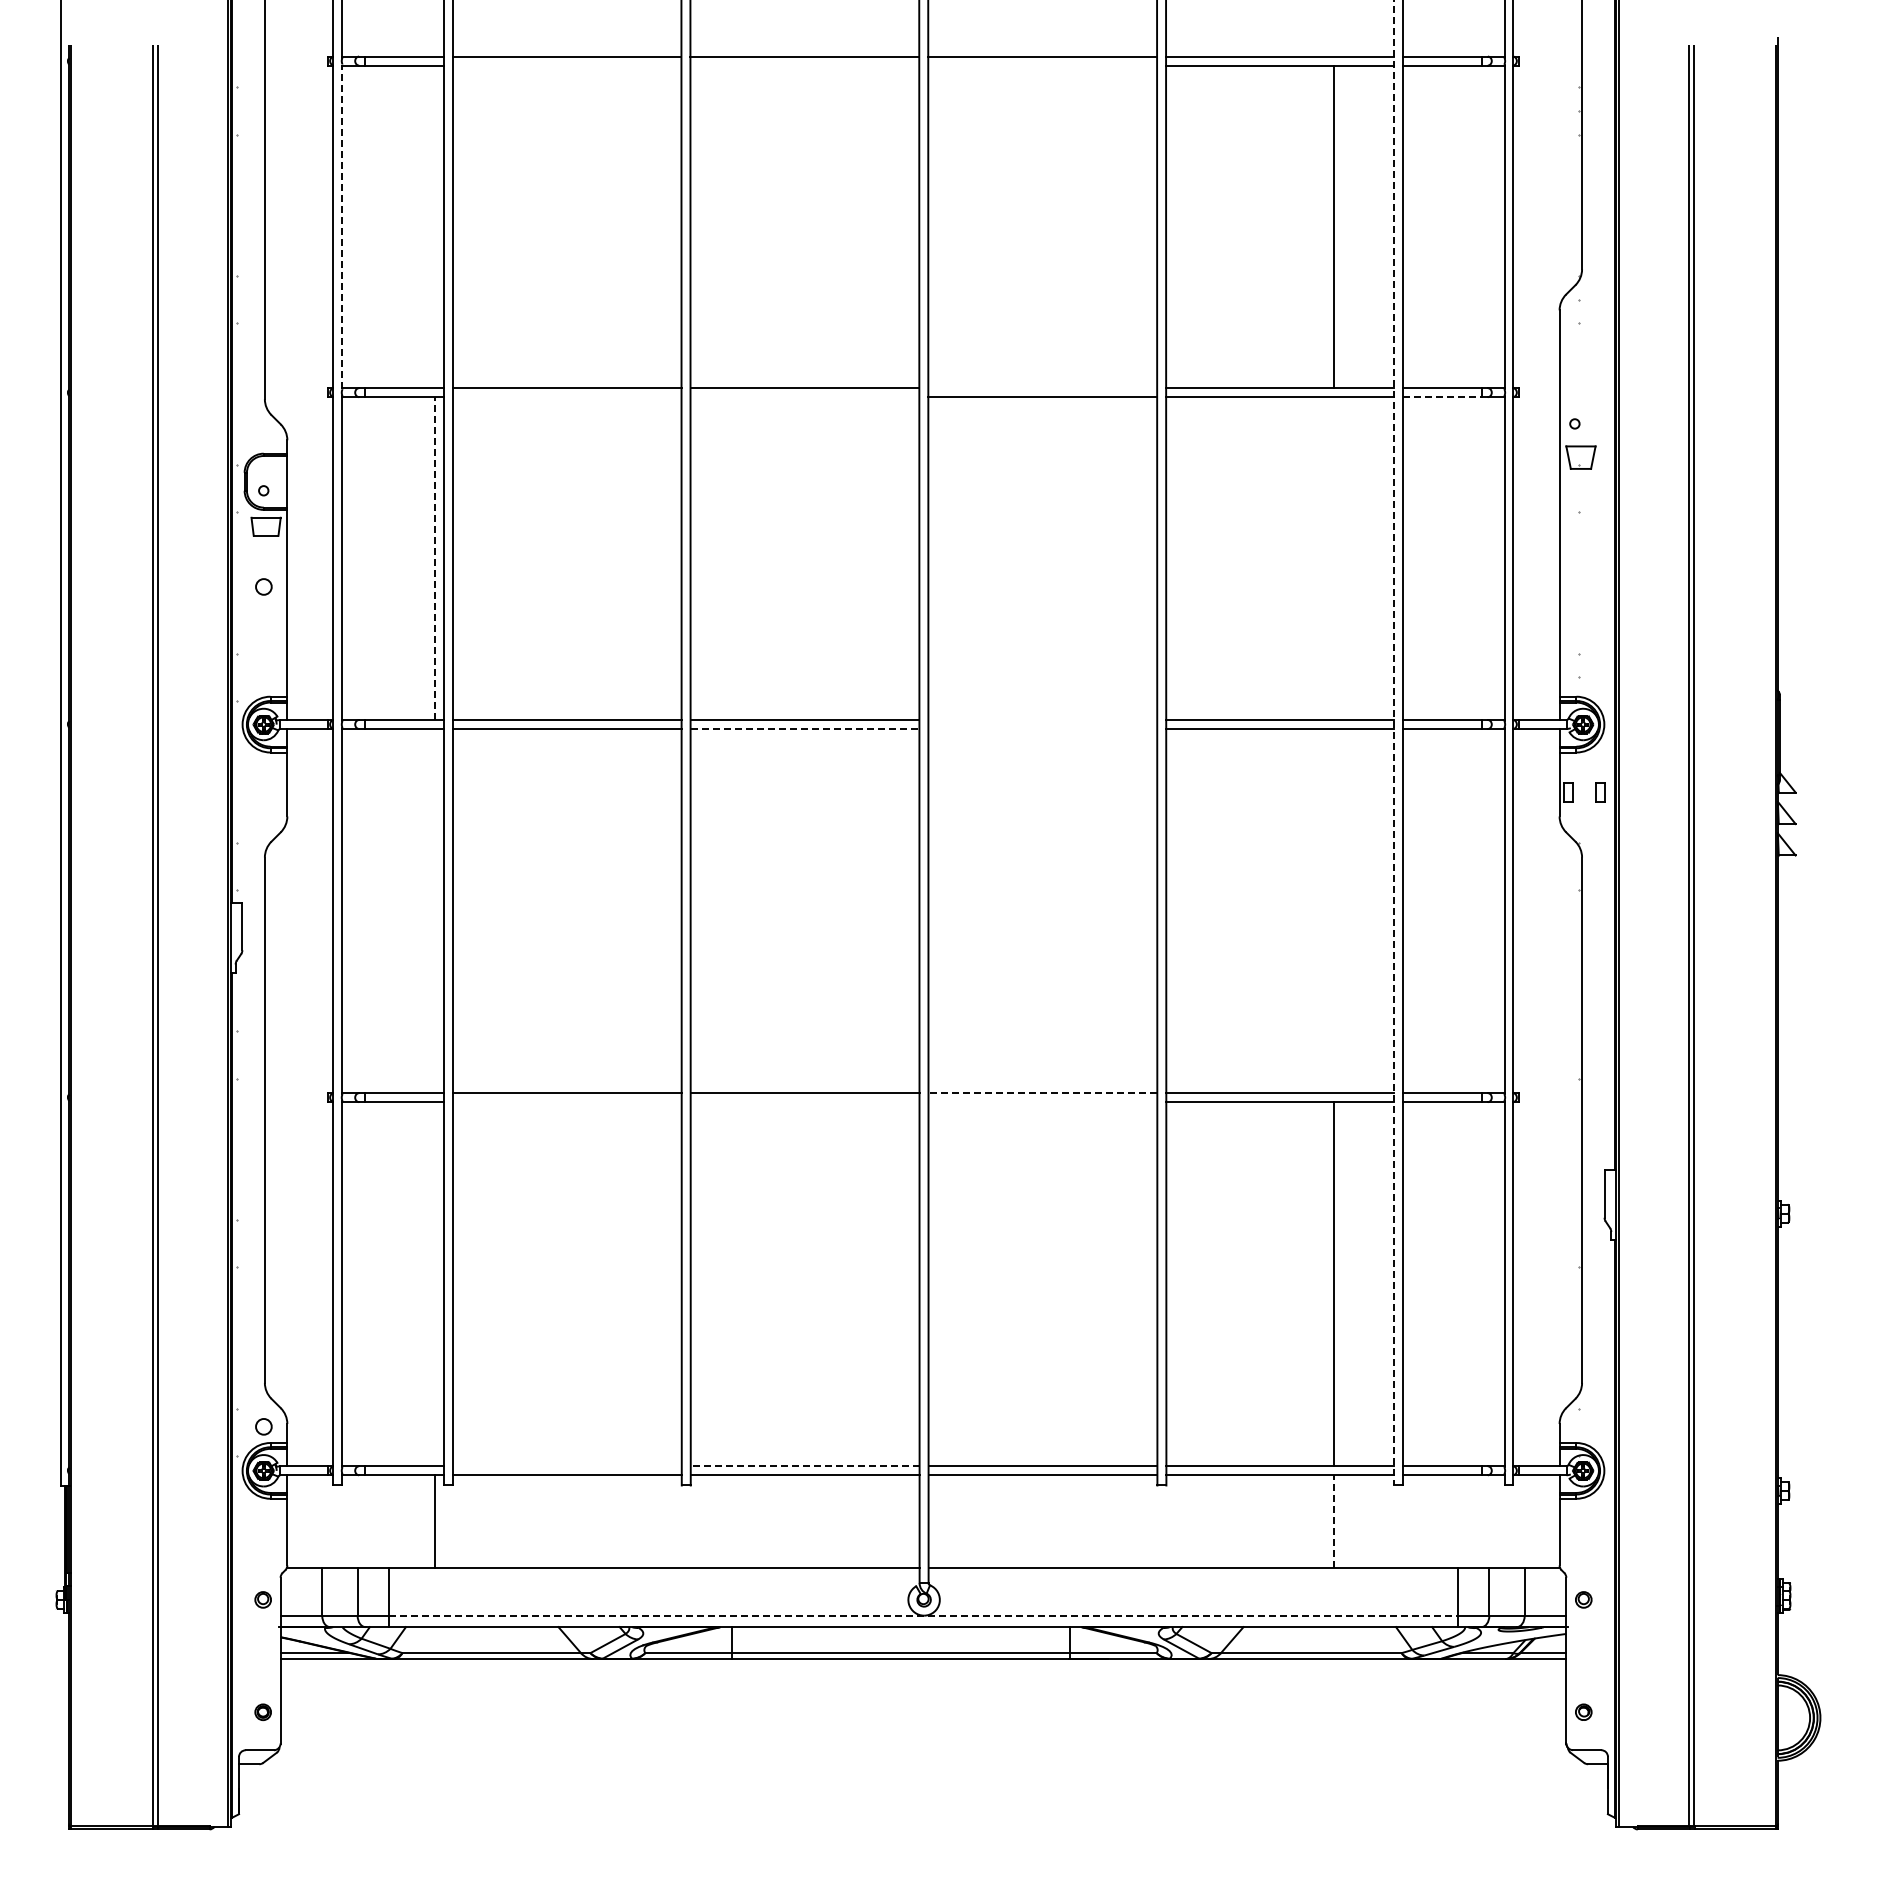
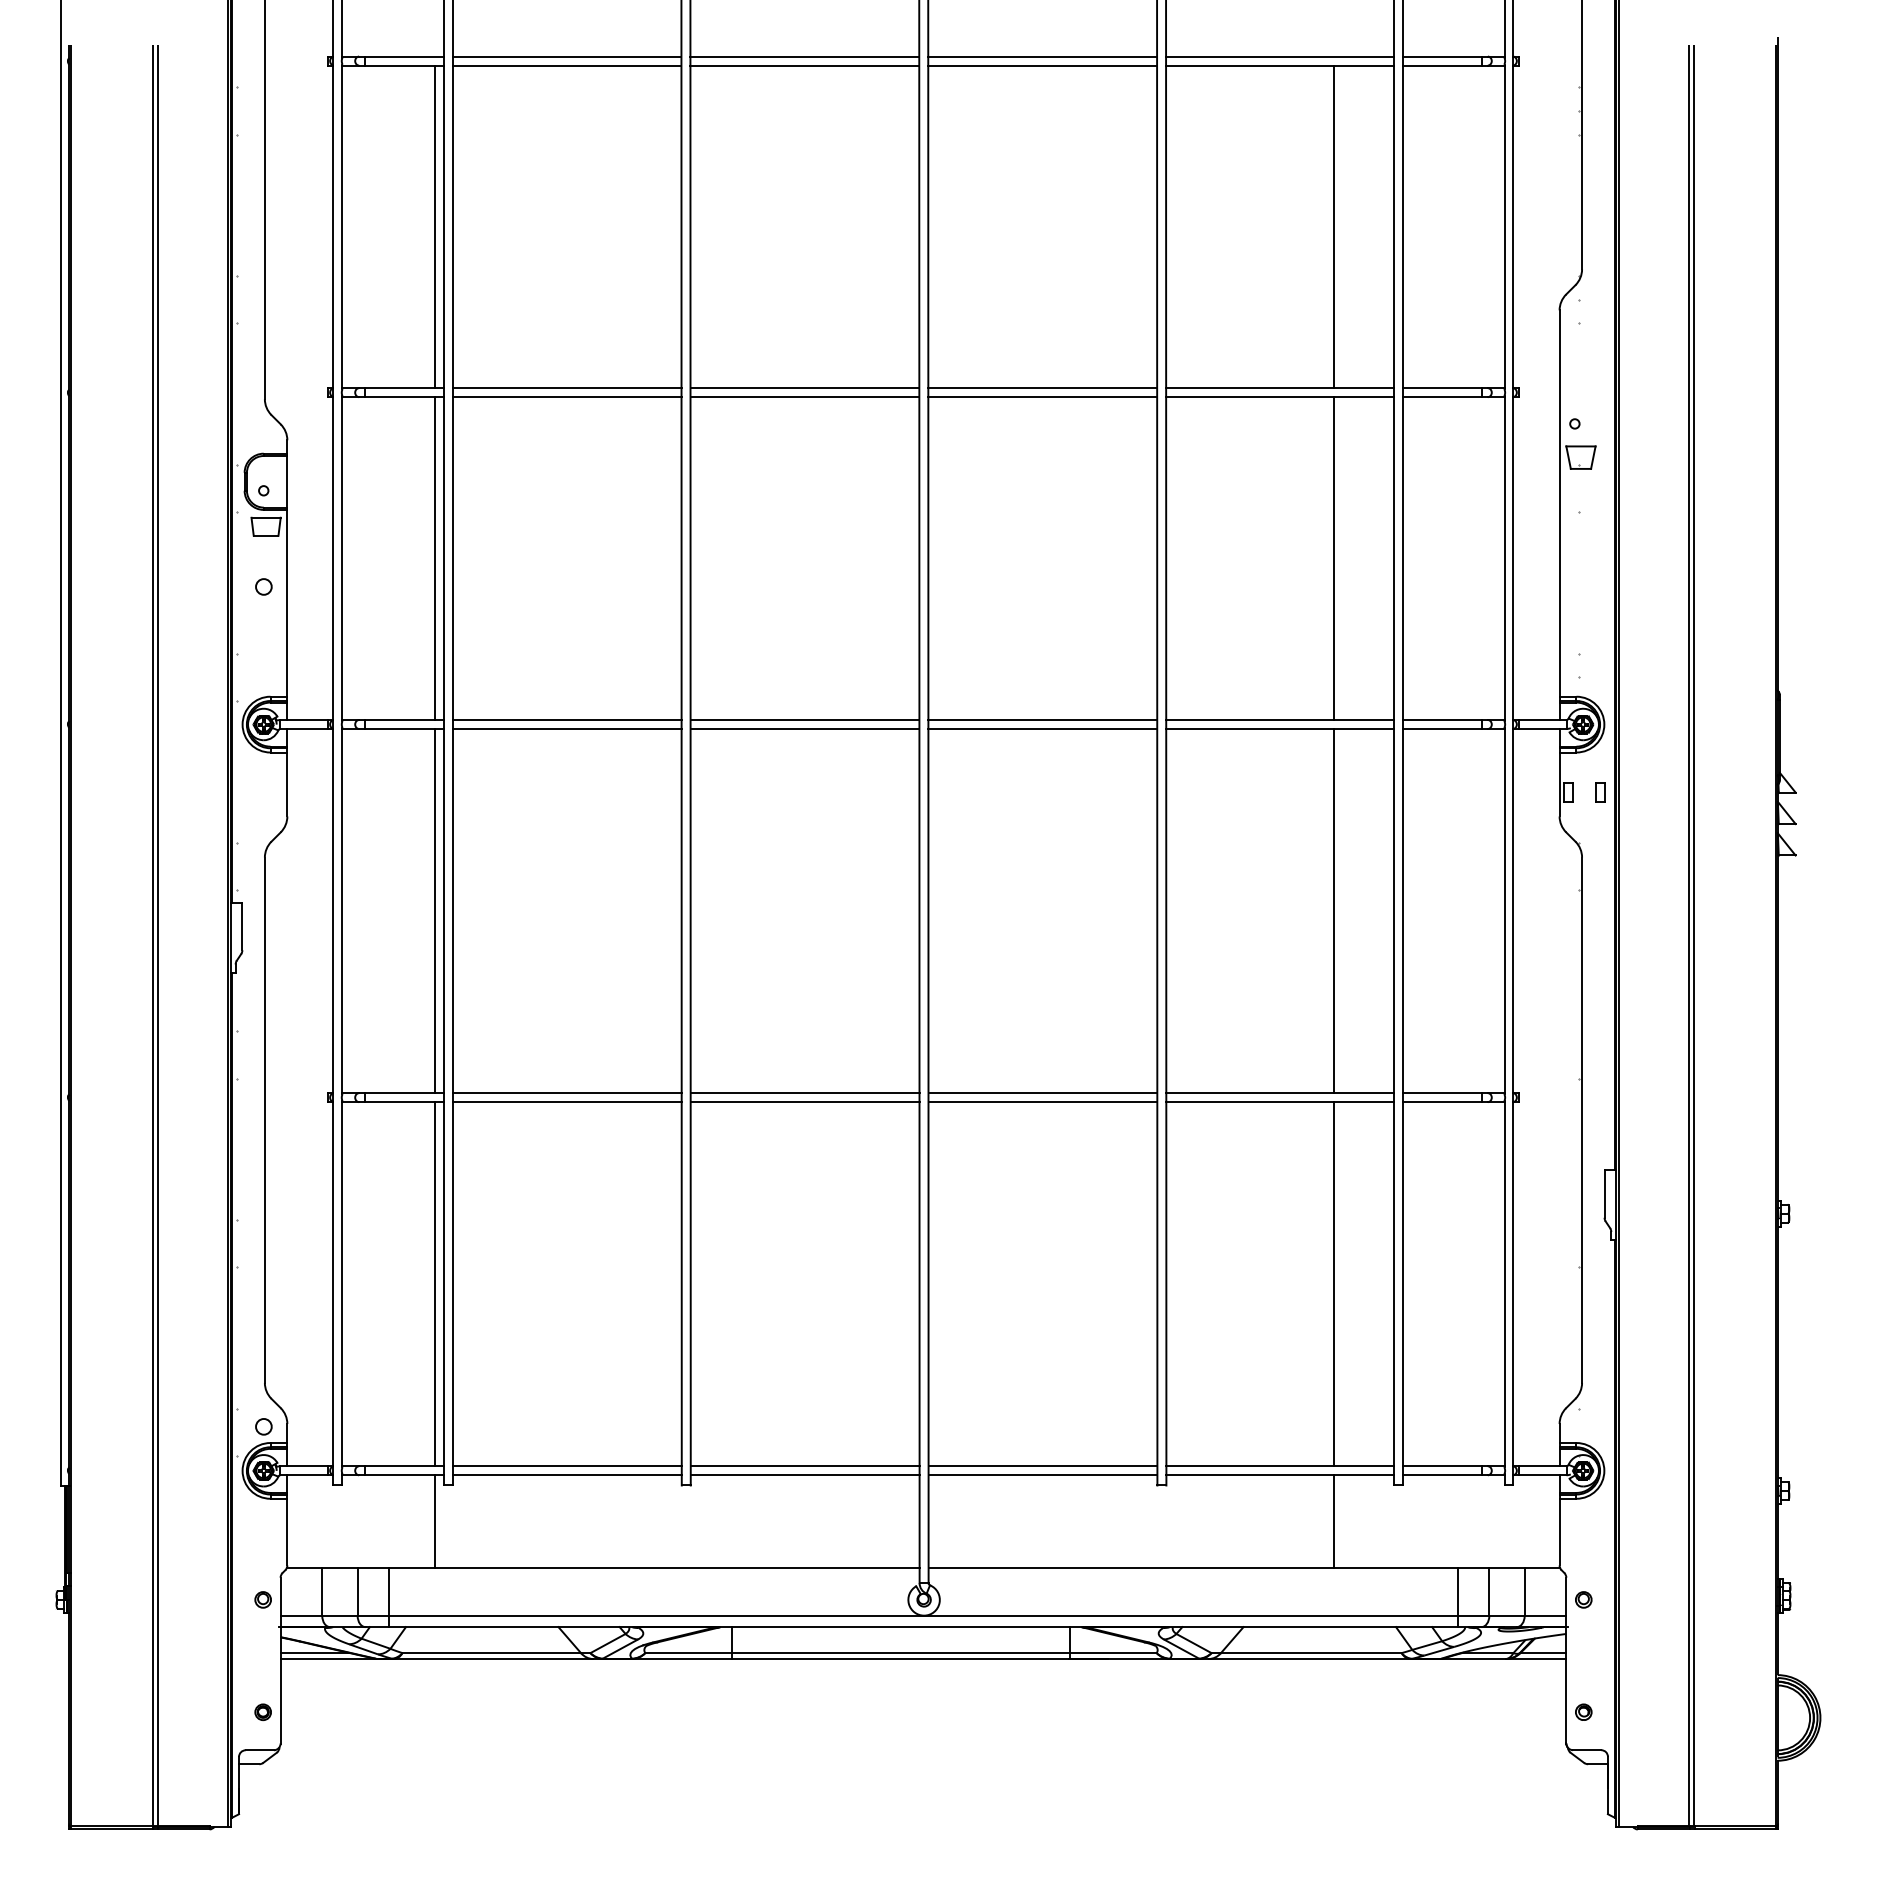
line at (566, 65): none -> present
line at (804, 65): none -> present
line at (1042, 65): none -> present
line at (342, 226): dashed -> solid
line at (434, 226): none -> present
line at (1042, 388): none -> present
line at (566, 397): none -> present
line at (804, 397): none -> present
line at (1442, 397): dashed -> solid
line at (434, 558): dashed -> solid
line at (1333, 558): none -> present
line at (1042, 720): none -> present
line at (805, 728): dashed -> solid
line at (1042, 728): none -> present
line at (1393, 743): dashed -> solid
line at (434, 910): none -> present
line at (1333, 910): none -> present
line at (1042, 1093): dashed -> solid
line at (566, 1102): none -> present
line at (804, 1102): none -> present
line at (1042, 1102): none -> present
line at (434, 1284): none -> present
line at (566, 1466): none -> present
line at (804, 1466): dashed -> solid
line at (1333, 1520): dashed -> solid
line at (923, 1615): dashed -> solid
